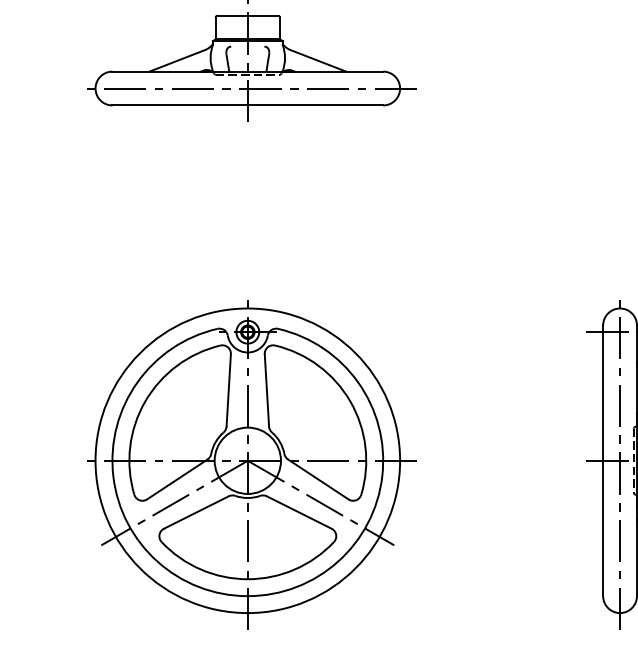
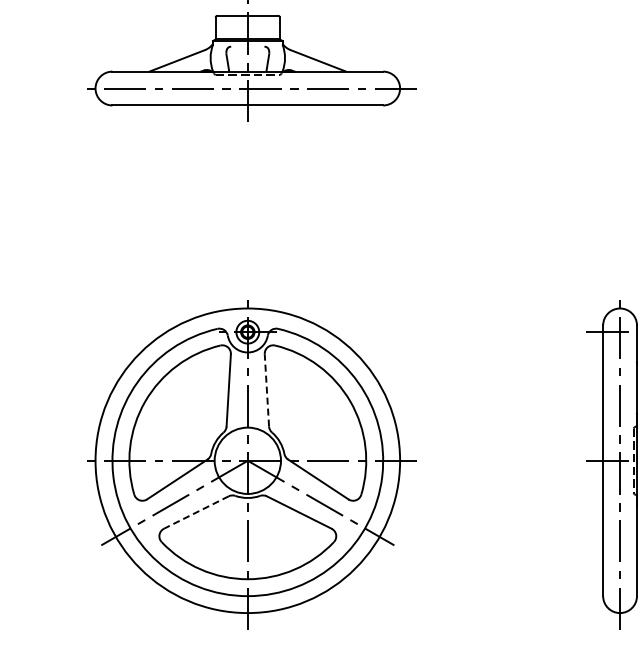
line at (266, 389): solid -> dashed
line at (195, 512): solid -> dashed
